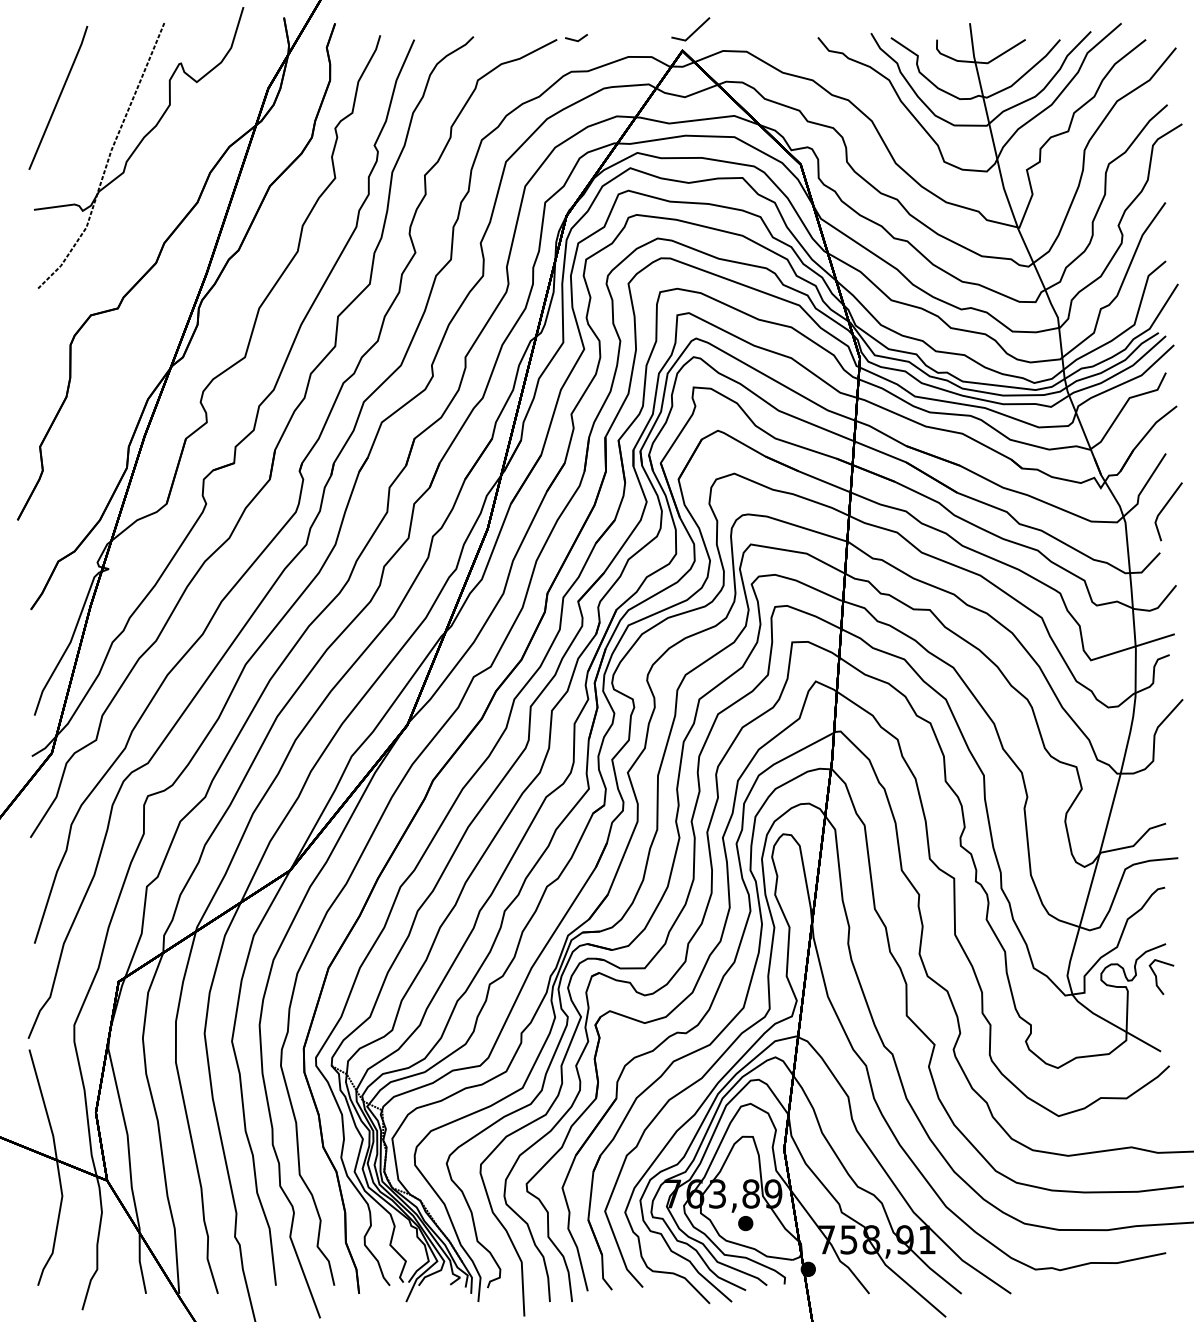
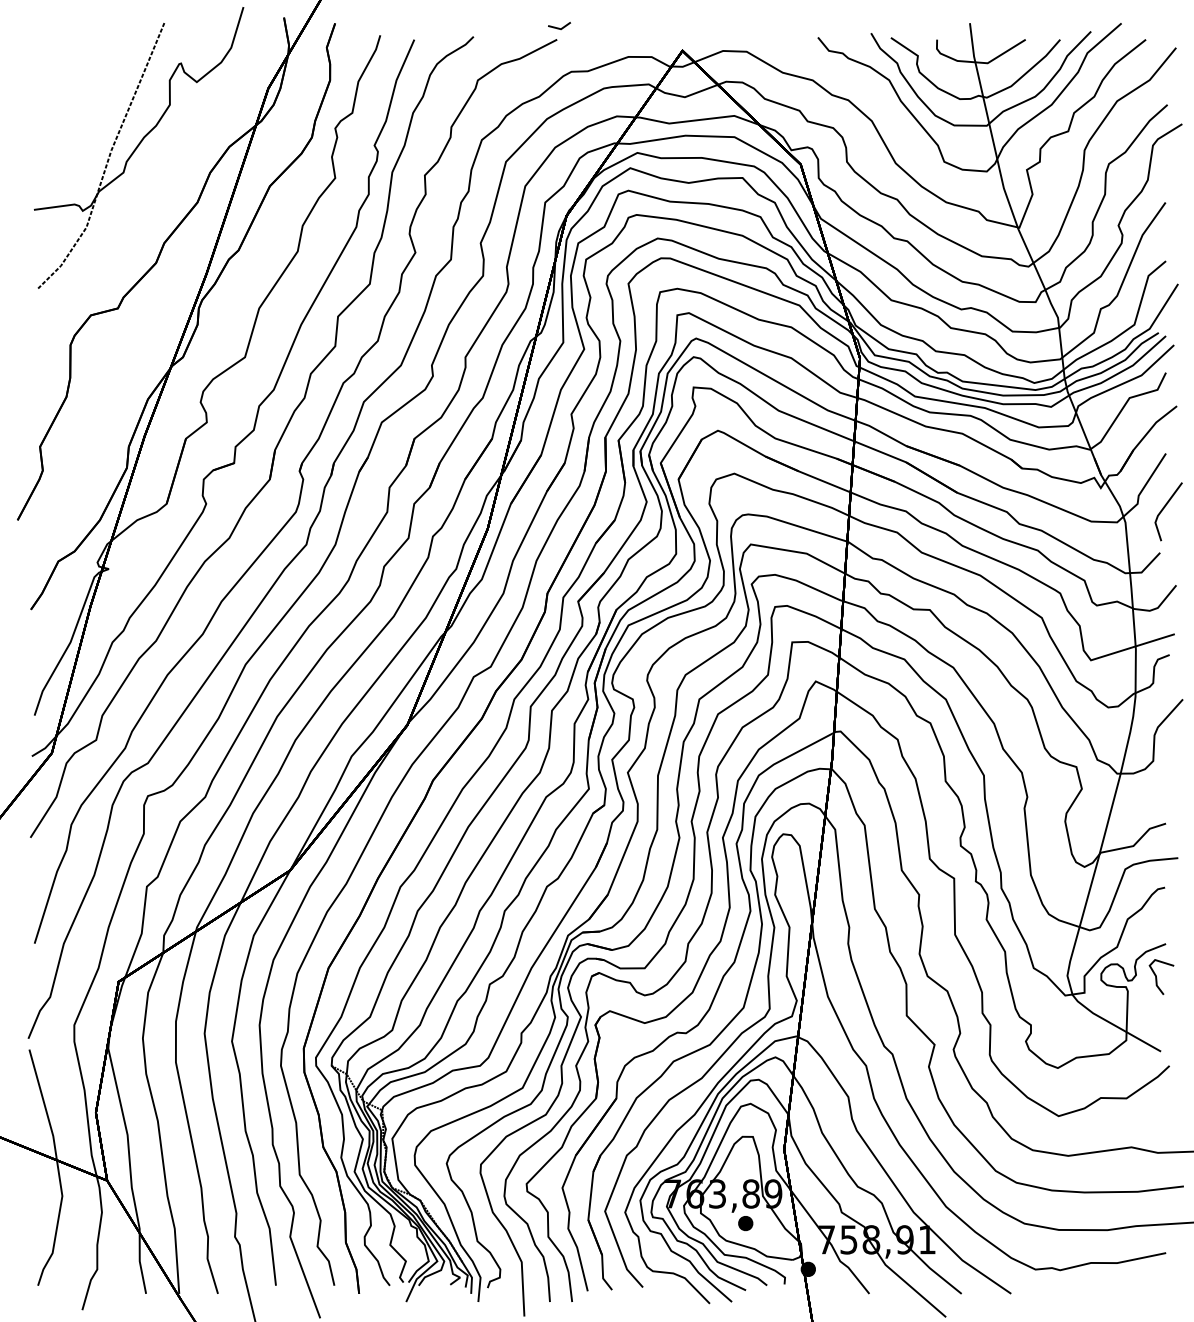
line at (693, 31): present -> none
line at (576, 39) position: (576, 39) -> (559, 27)
curve at (58, 97): present -> none
